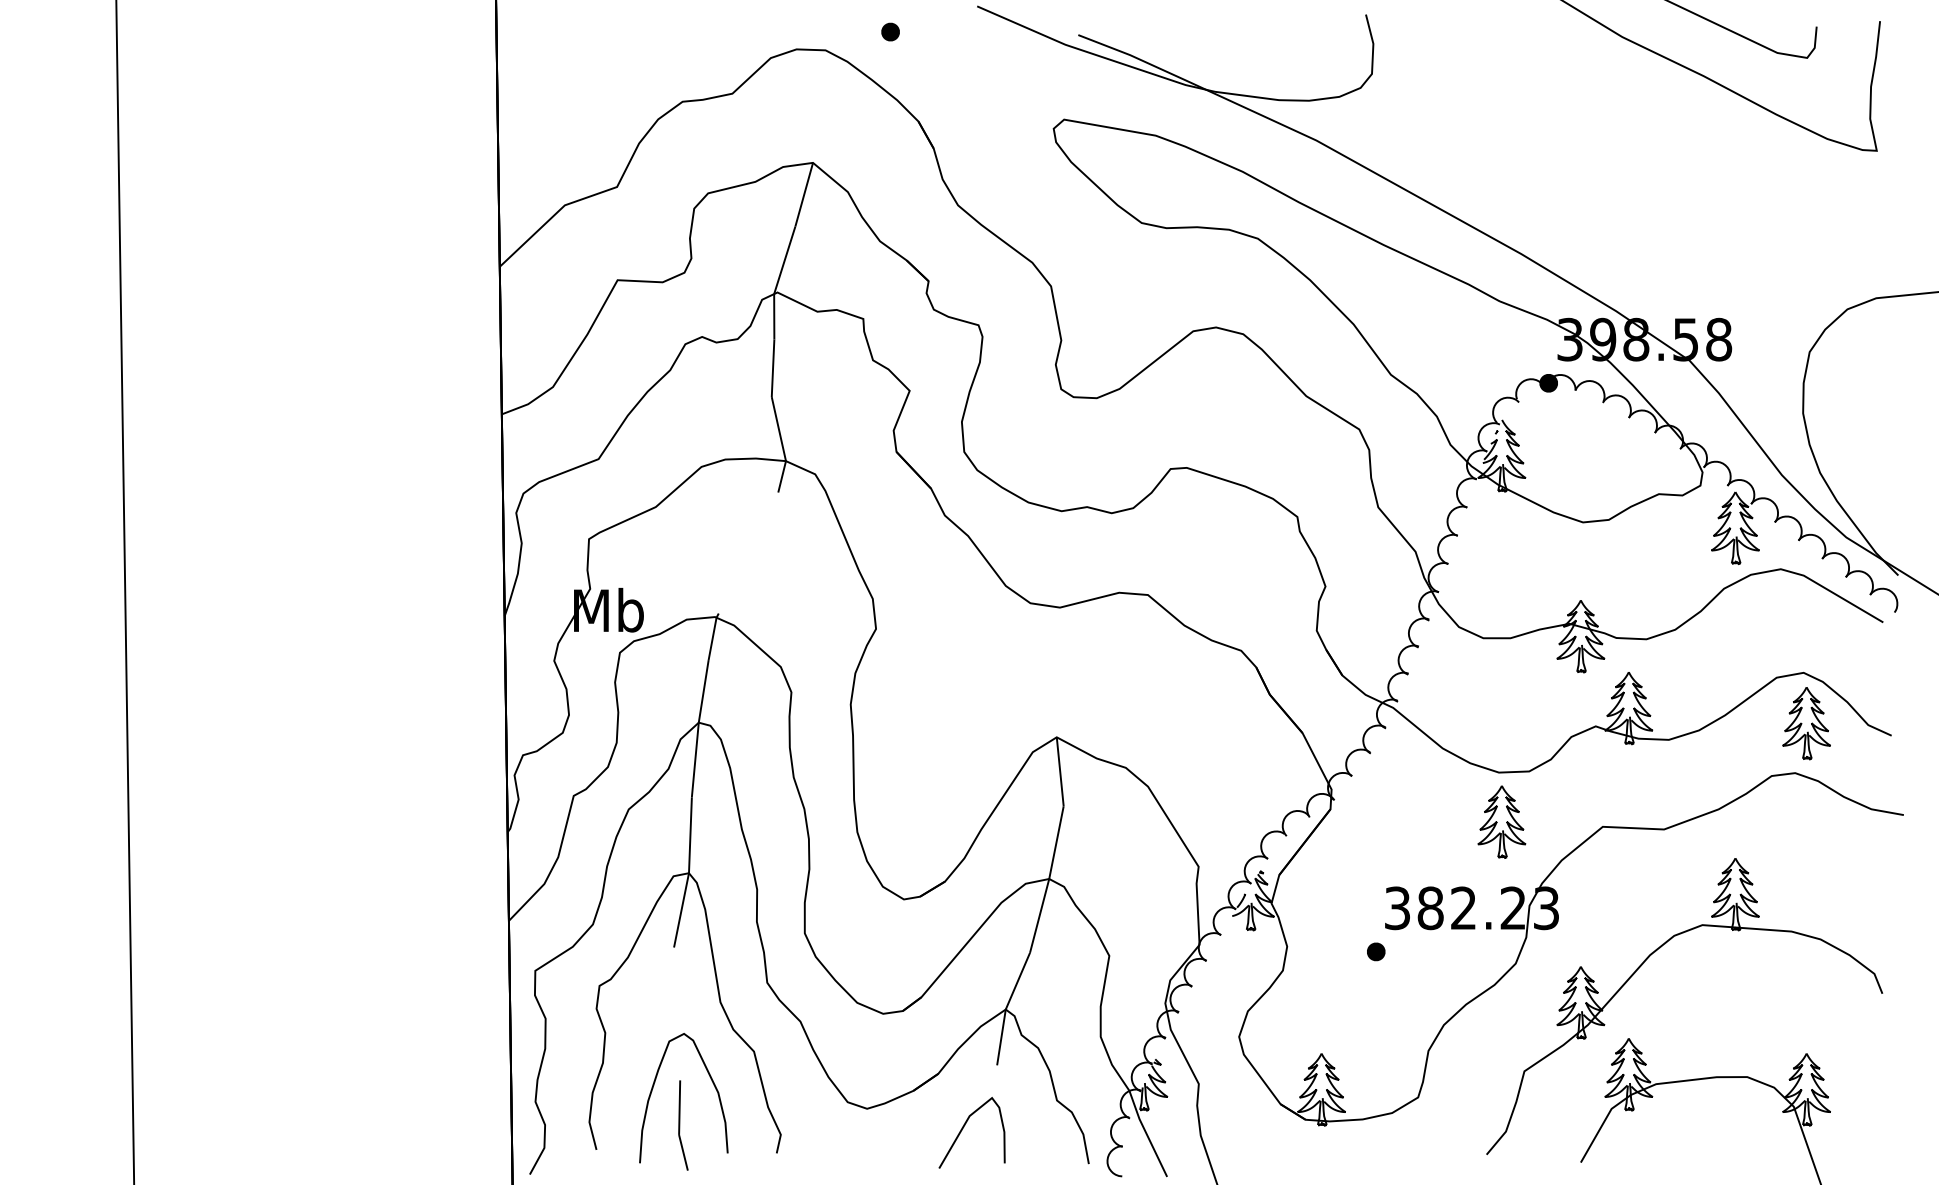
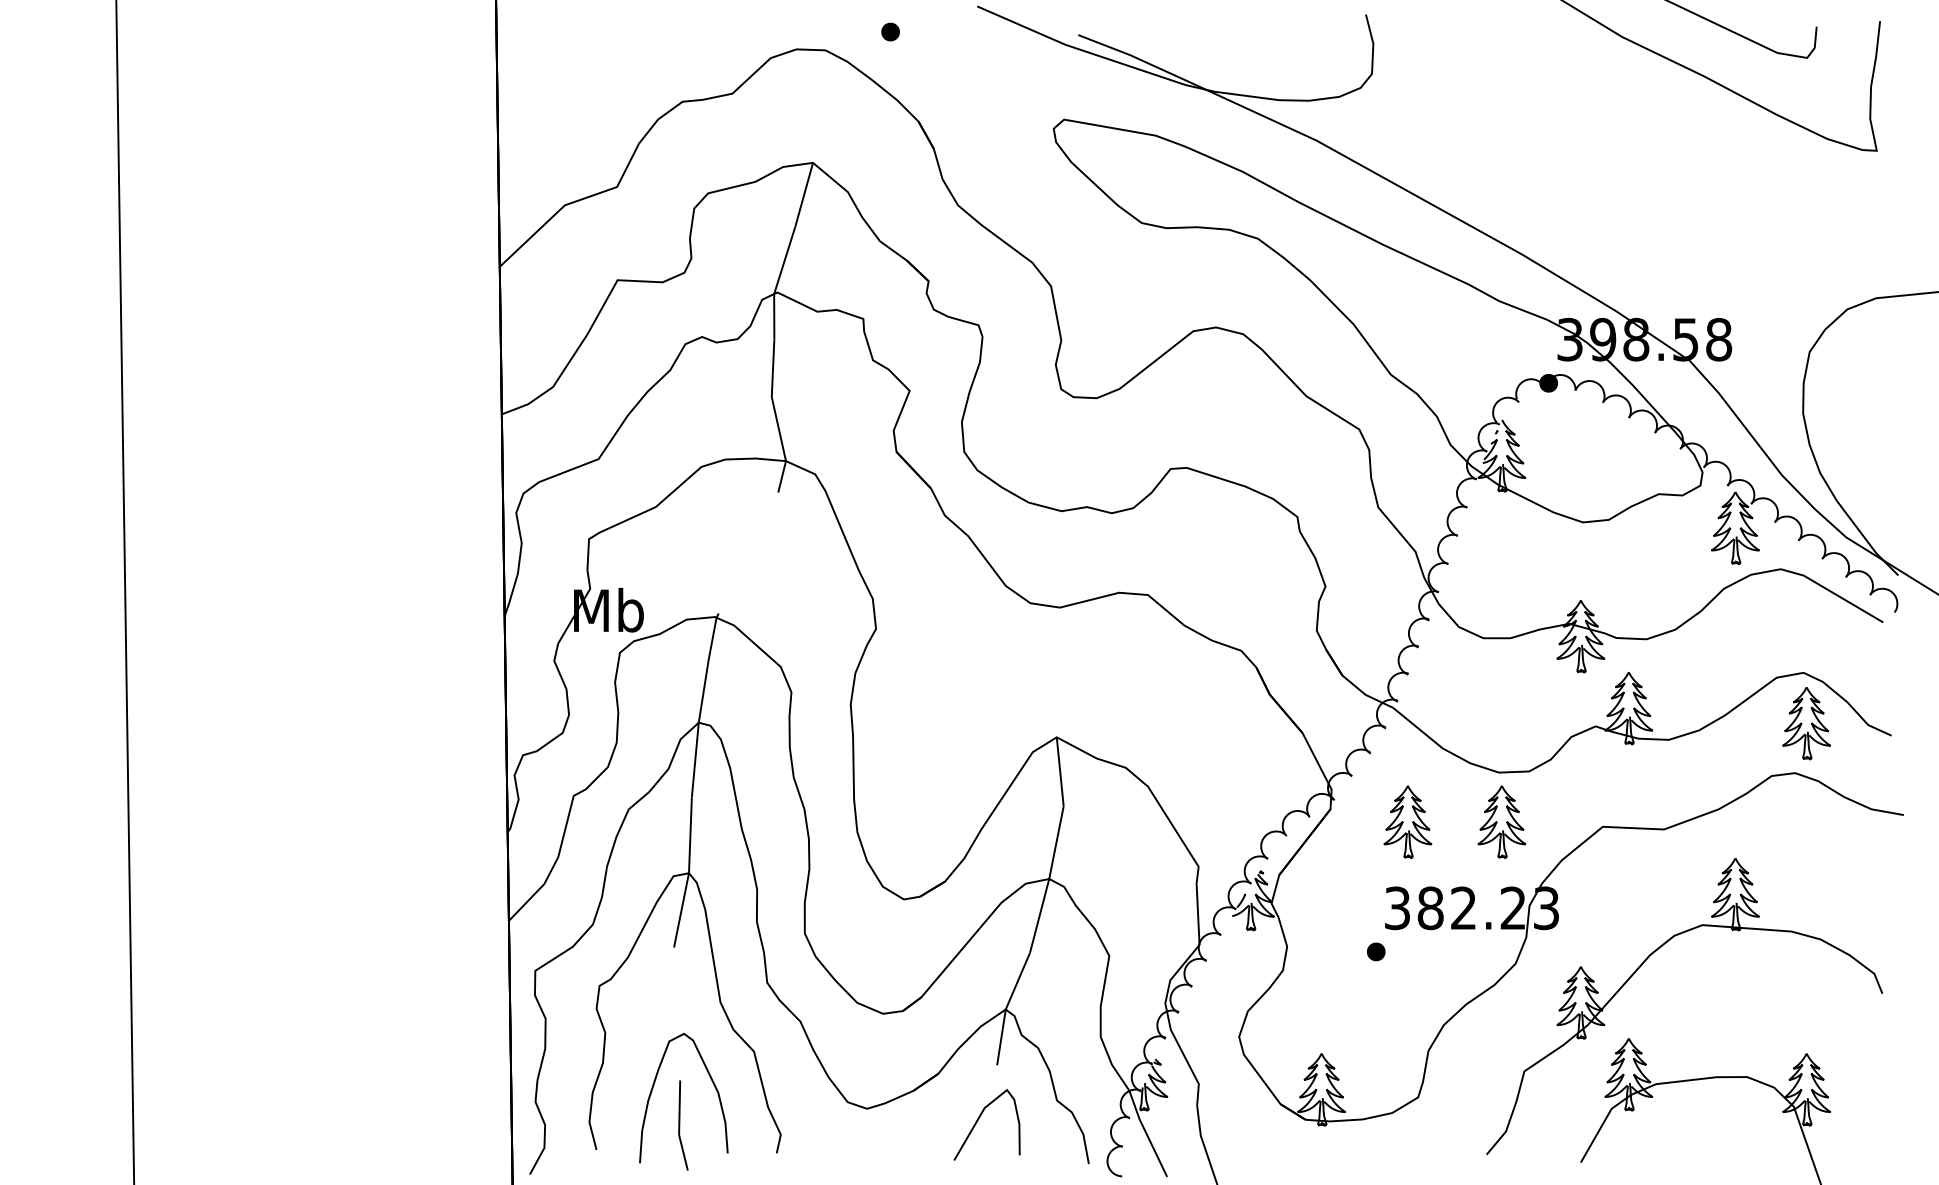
part at (1407, 821): none -> present
curve at (964, 1127) position: (964, 1127) -> (979, 1119)
